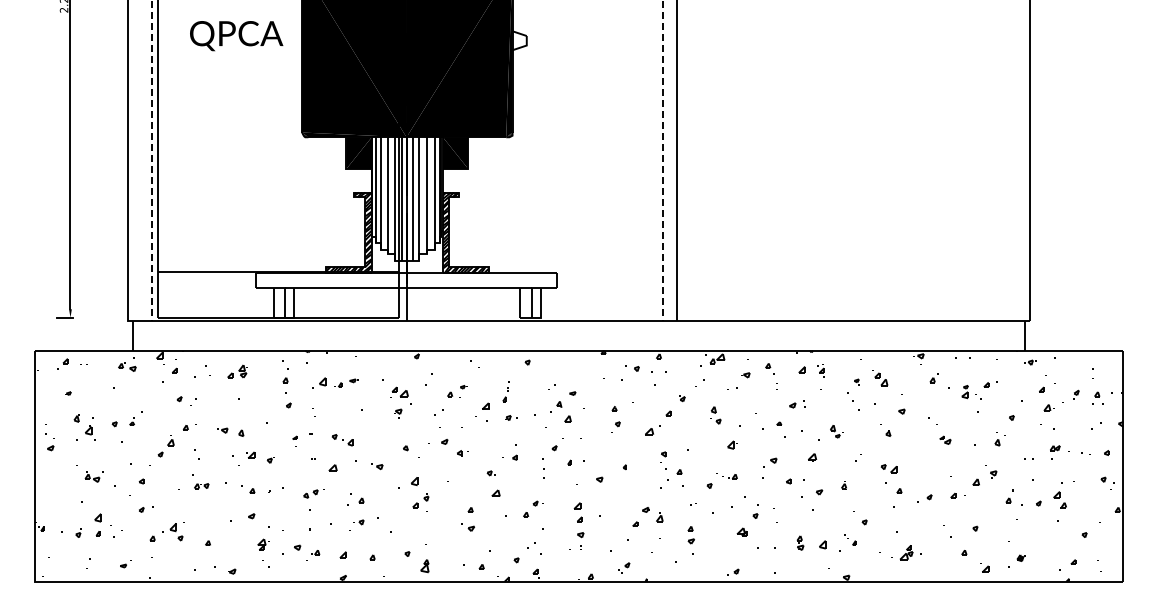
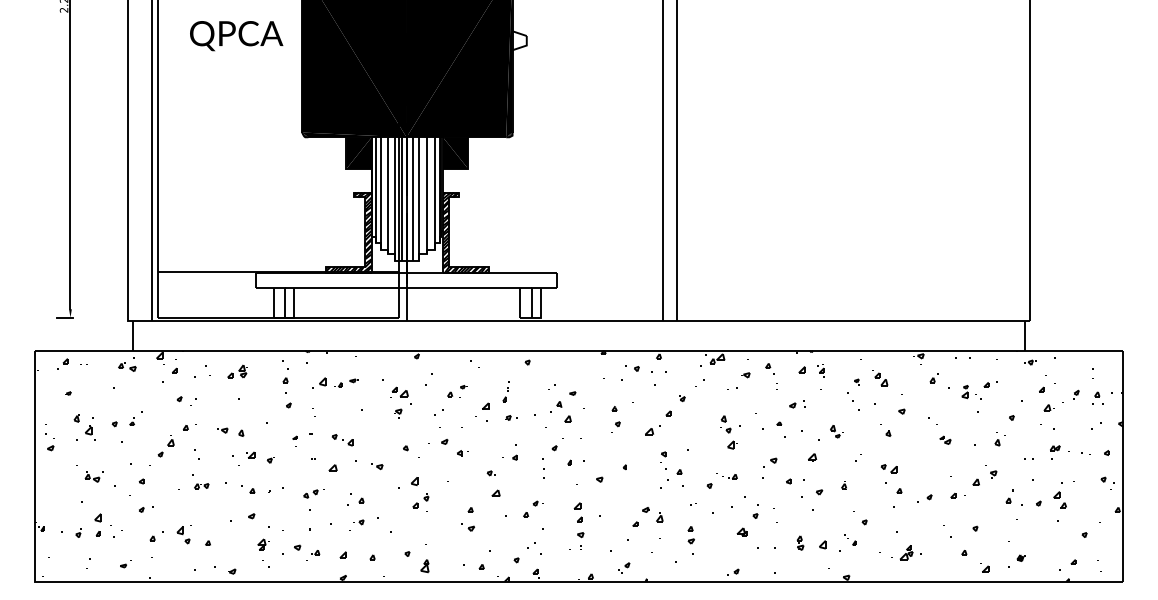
line at (151, 160): dashed -> solid
line at (662, 160): dashed -> solid
part at (715, 415) position: (715, 415) -> (725, 424)
part at (176, 531) position: (176, 531) -> (183, 534)
